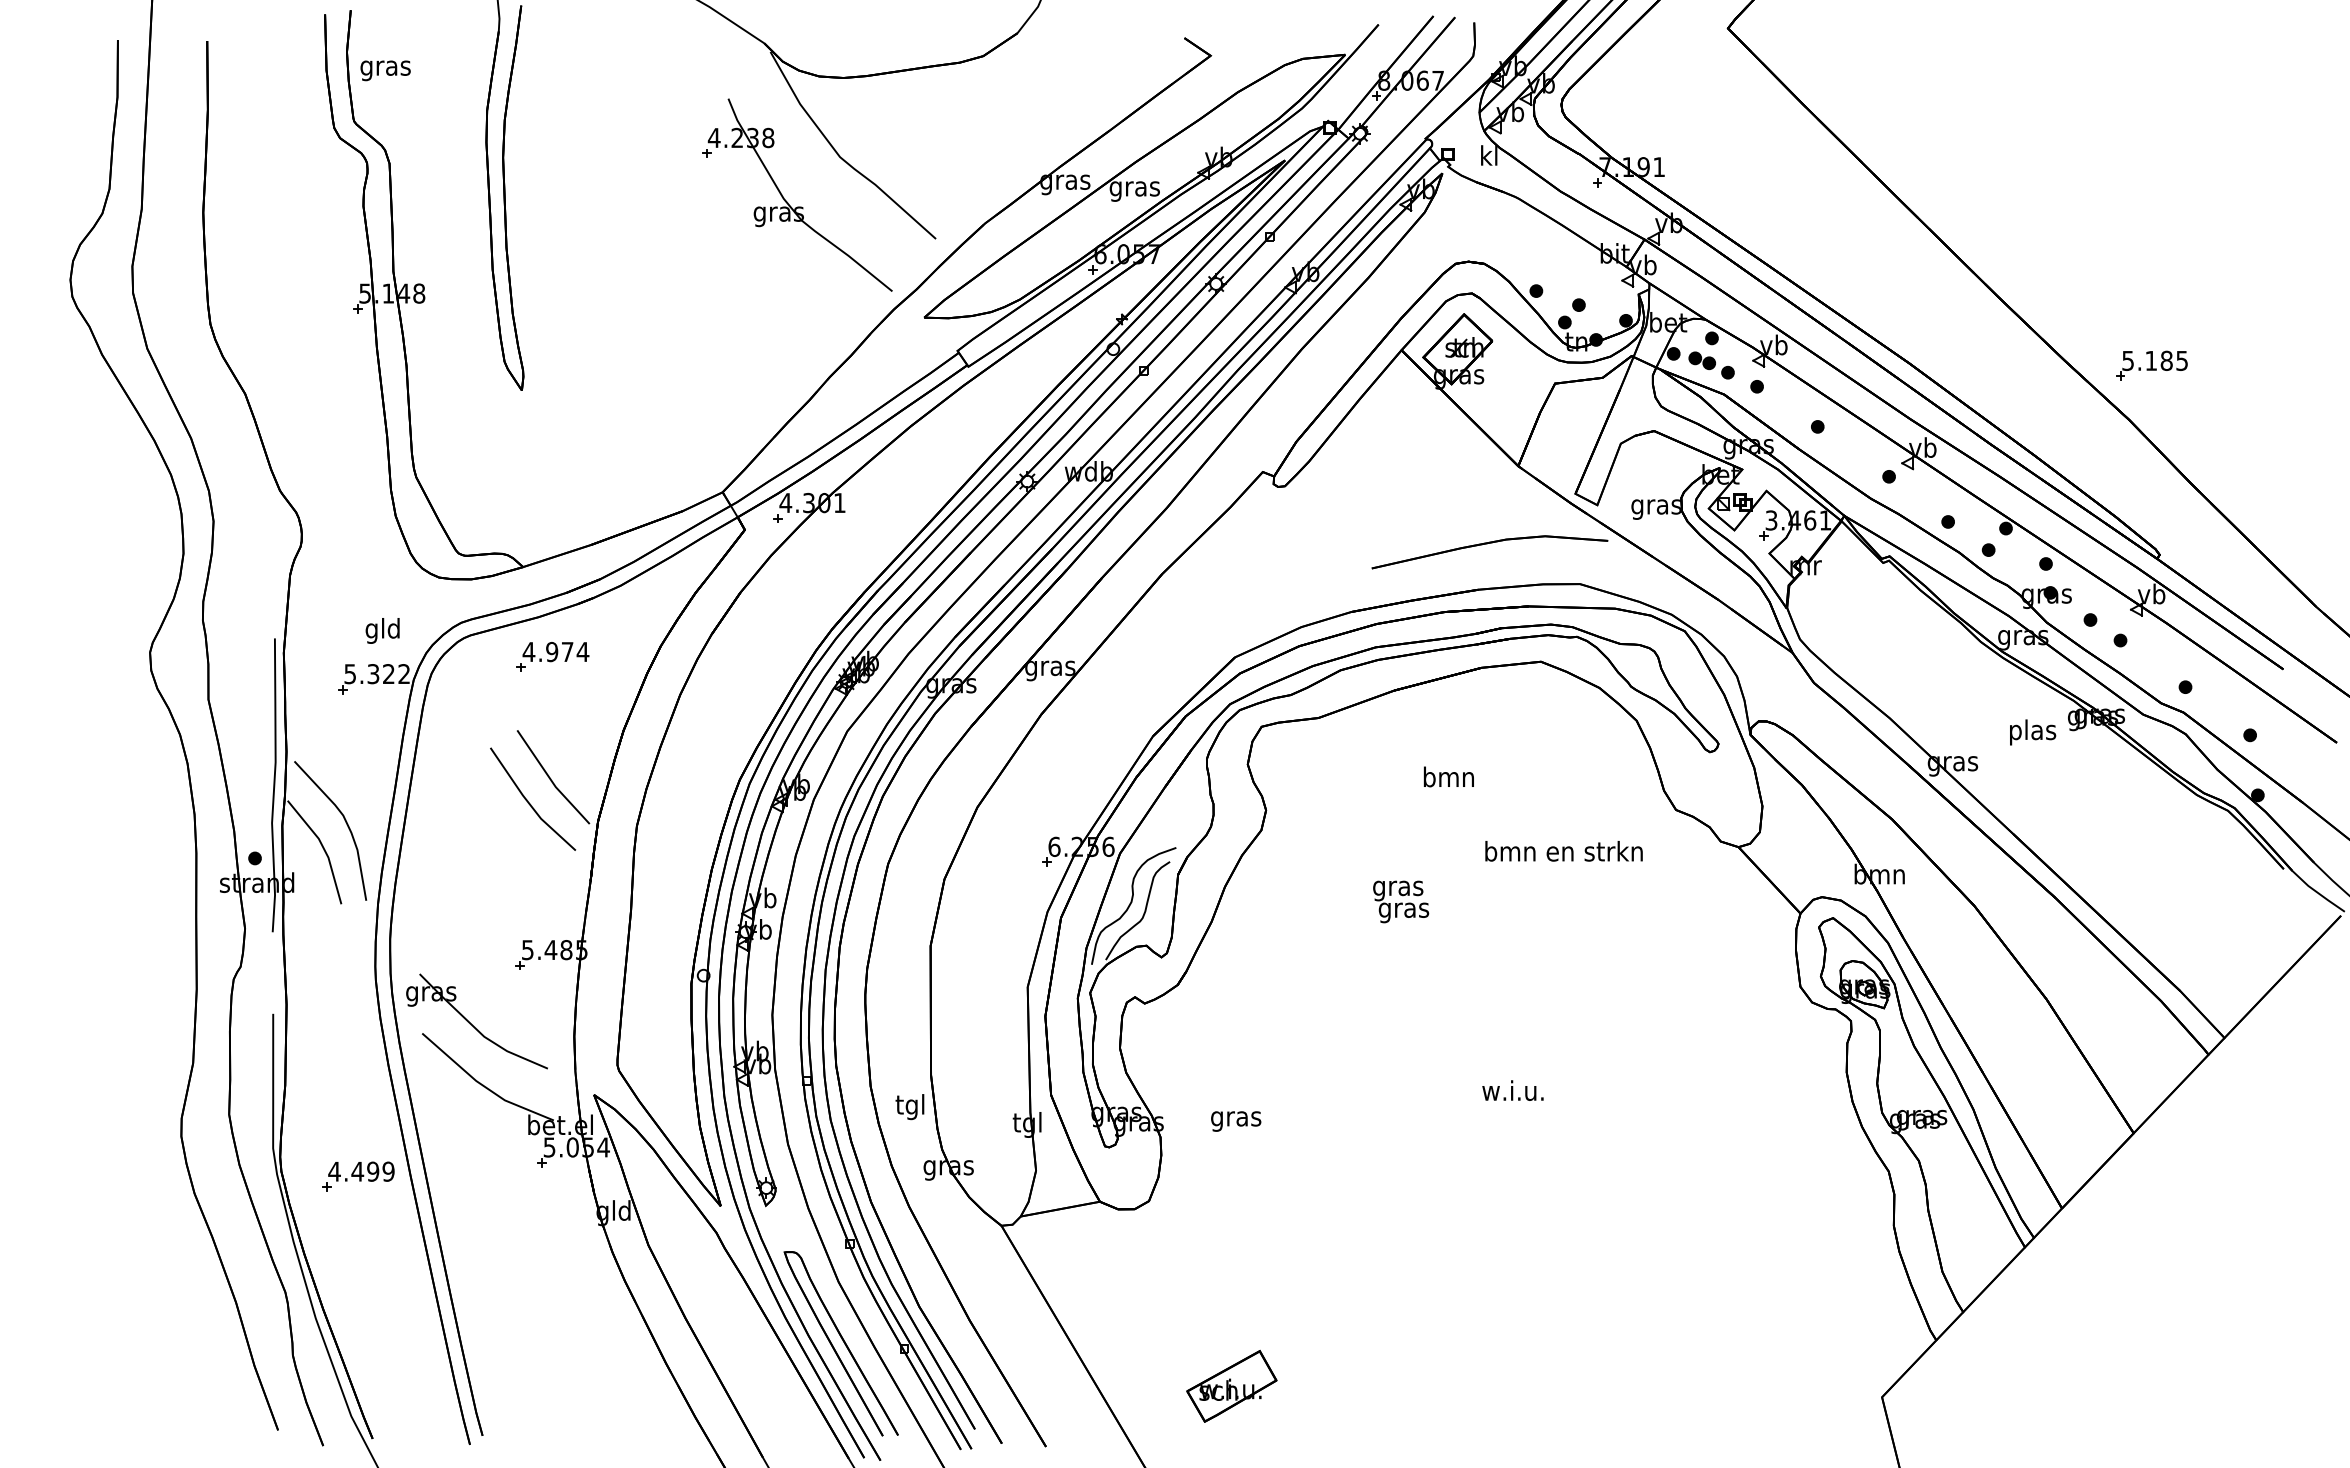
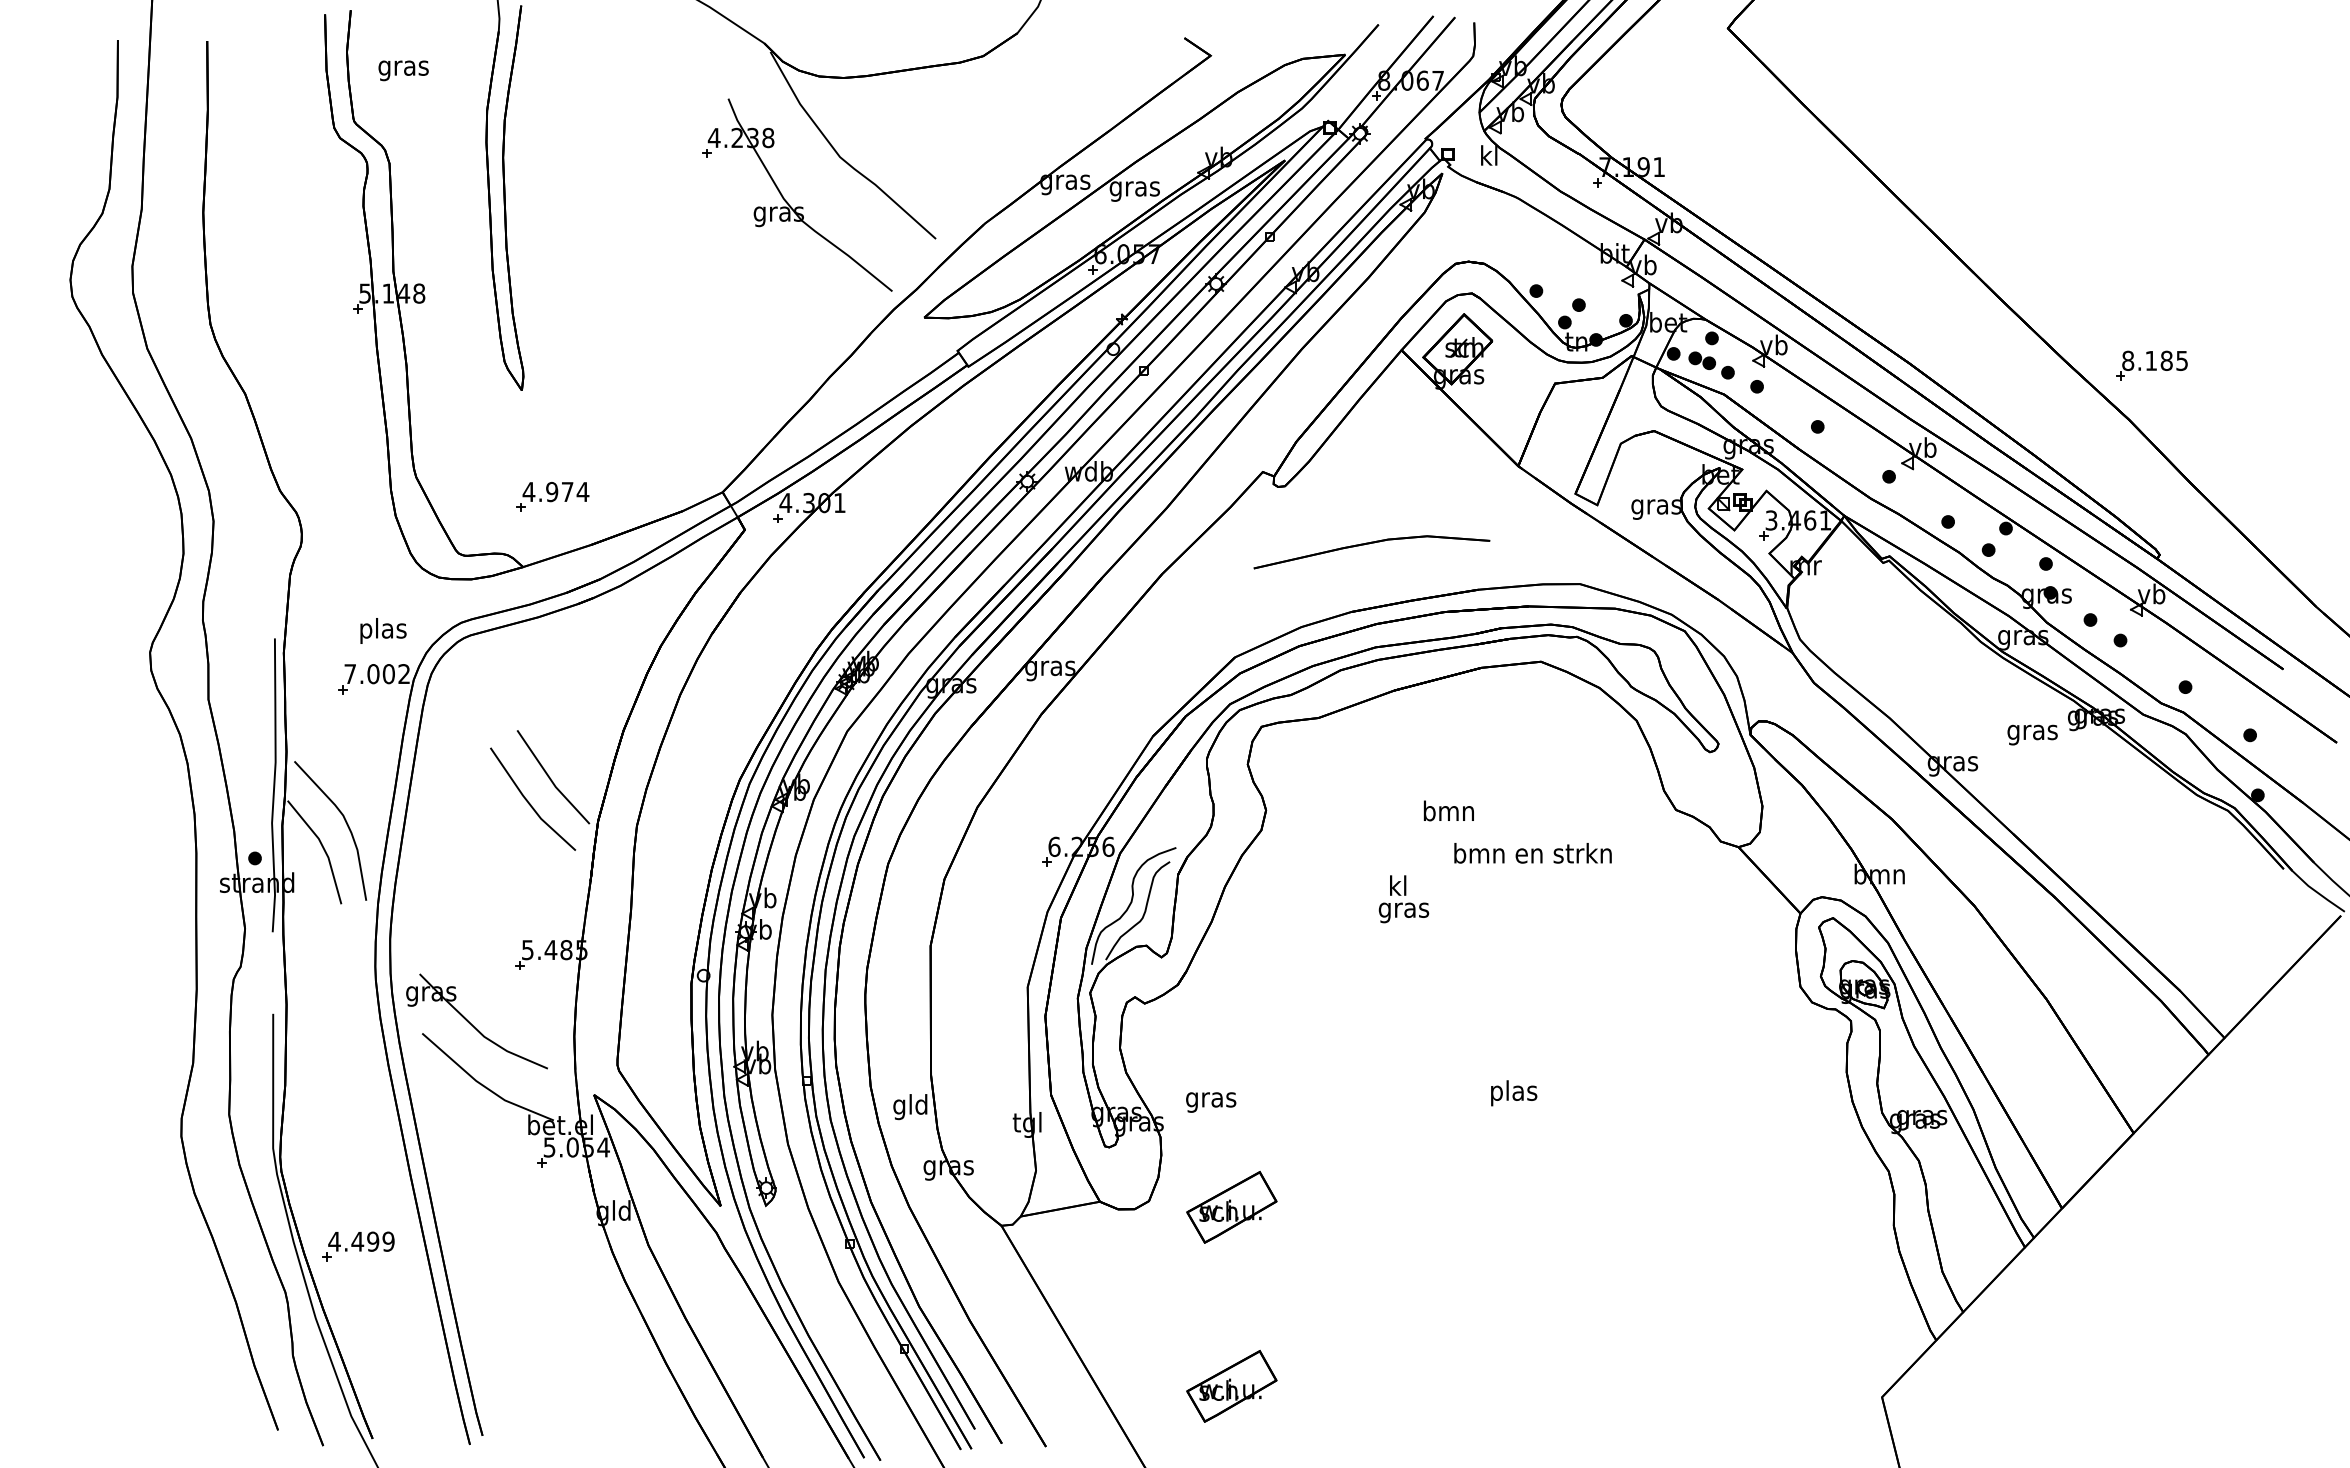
text at (385, 70) position: (385, 70) -> (403, 70)
text at (2128, 360): 5.185 -> 8.185
part at (1487, 544) position: (1487, 544) -> (1369, 544)
text at (383, 630): gld -> plas
part at (552, 656) position: (552, 656) -> (552, 496)
text at (369, 674): 5.322 -> 7.002
text at (2032, 732): plas -> gras
text at (1448, 776) position: (1448, 776) -> (1448, 810)
text at (1563, 851) position: (1563, 851) -> (1532, 853)
text at (1398, 888): gras -> kl
text at (1512, 1093): w.i.u. -> plas
text at (910, 1107): tgl -> gld
text at (1236, 1121) position: (1236, 1121) -> (1211, 1102)
part at (358, 1176) position: (358, 1176) -> (358, 1246)
part at (1231, 1206): none -> present
part at (840, 1343): present -> none
